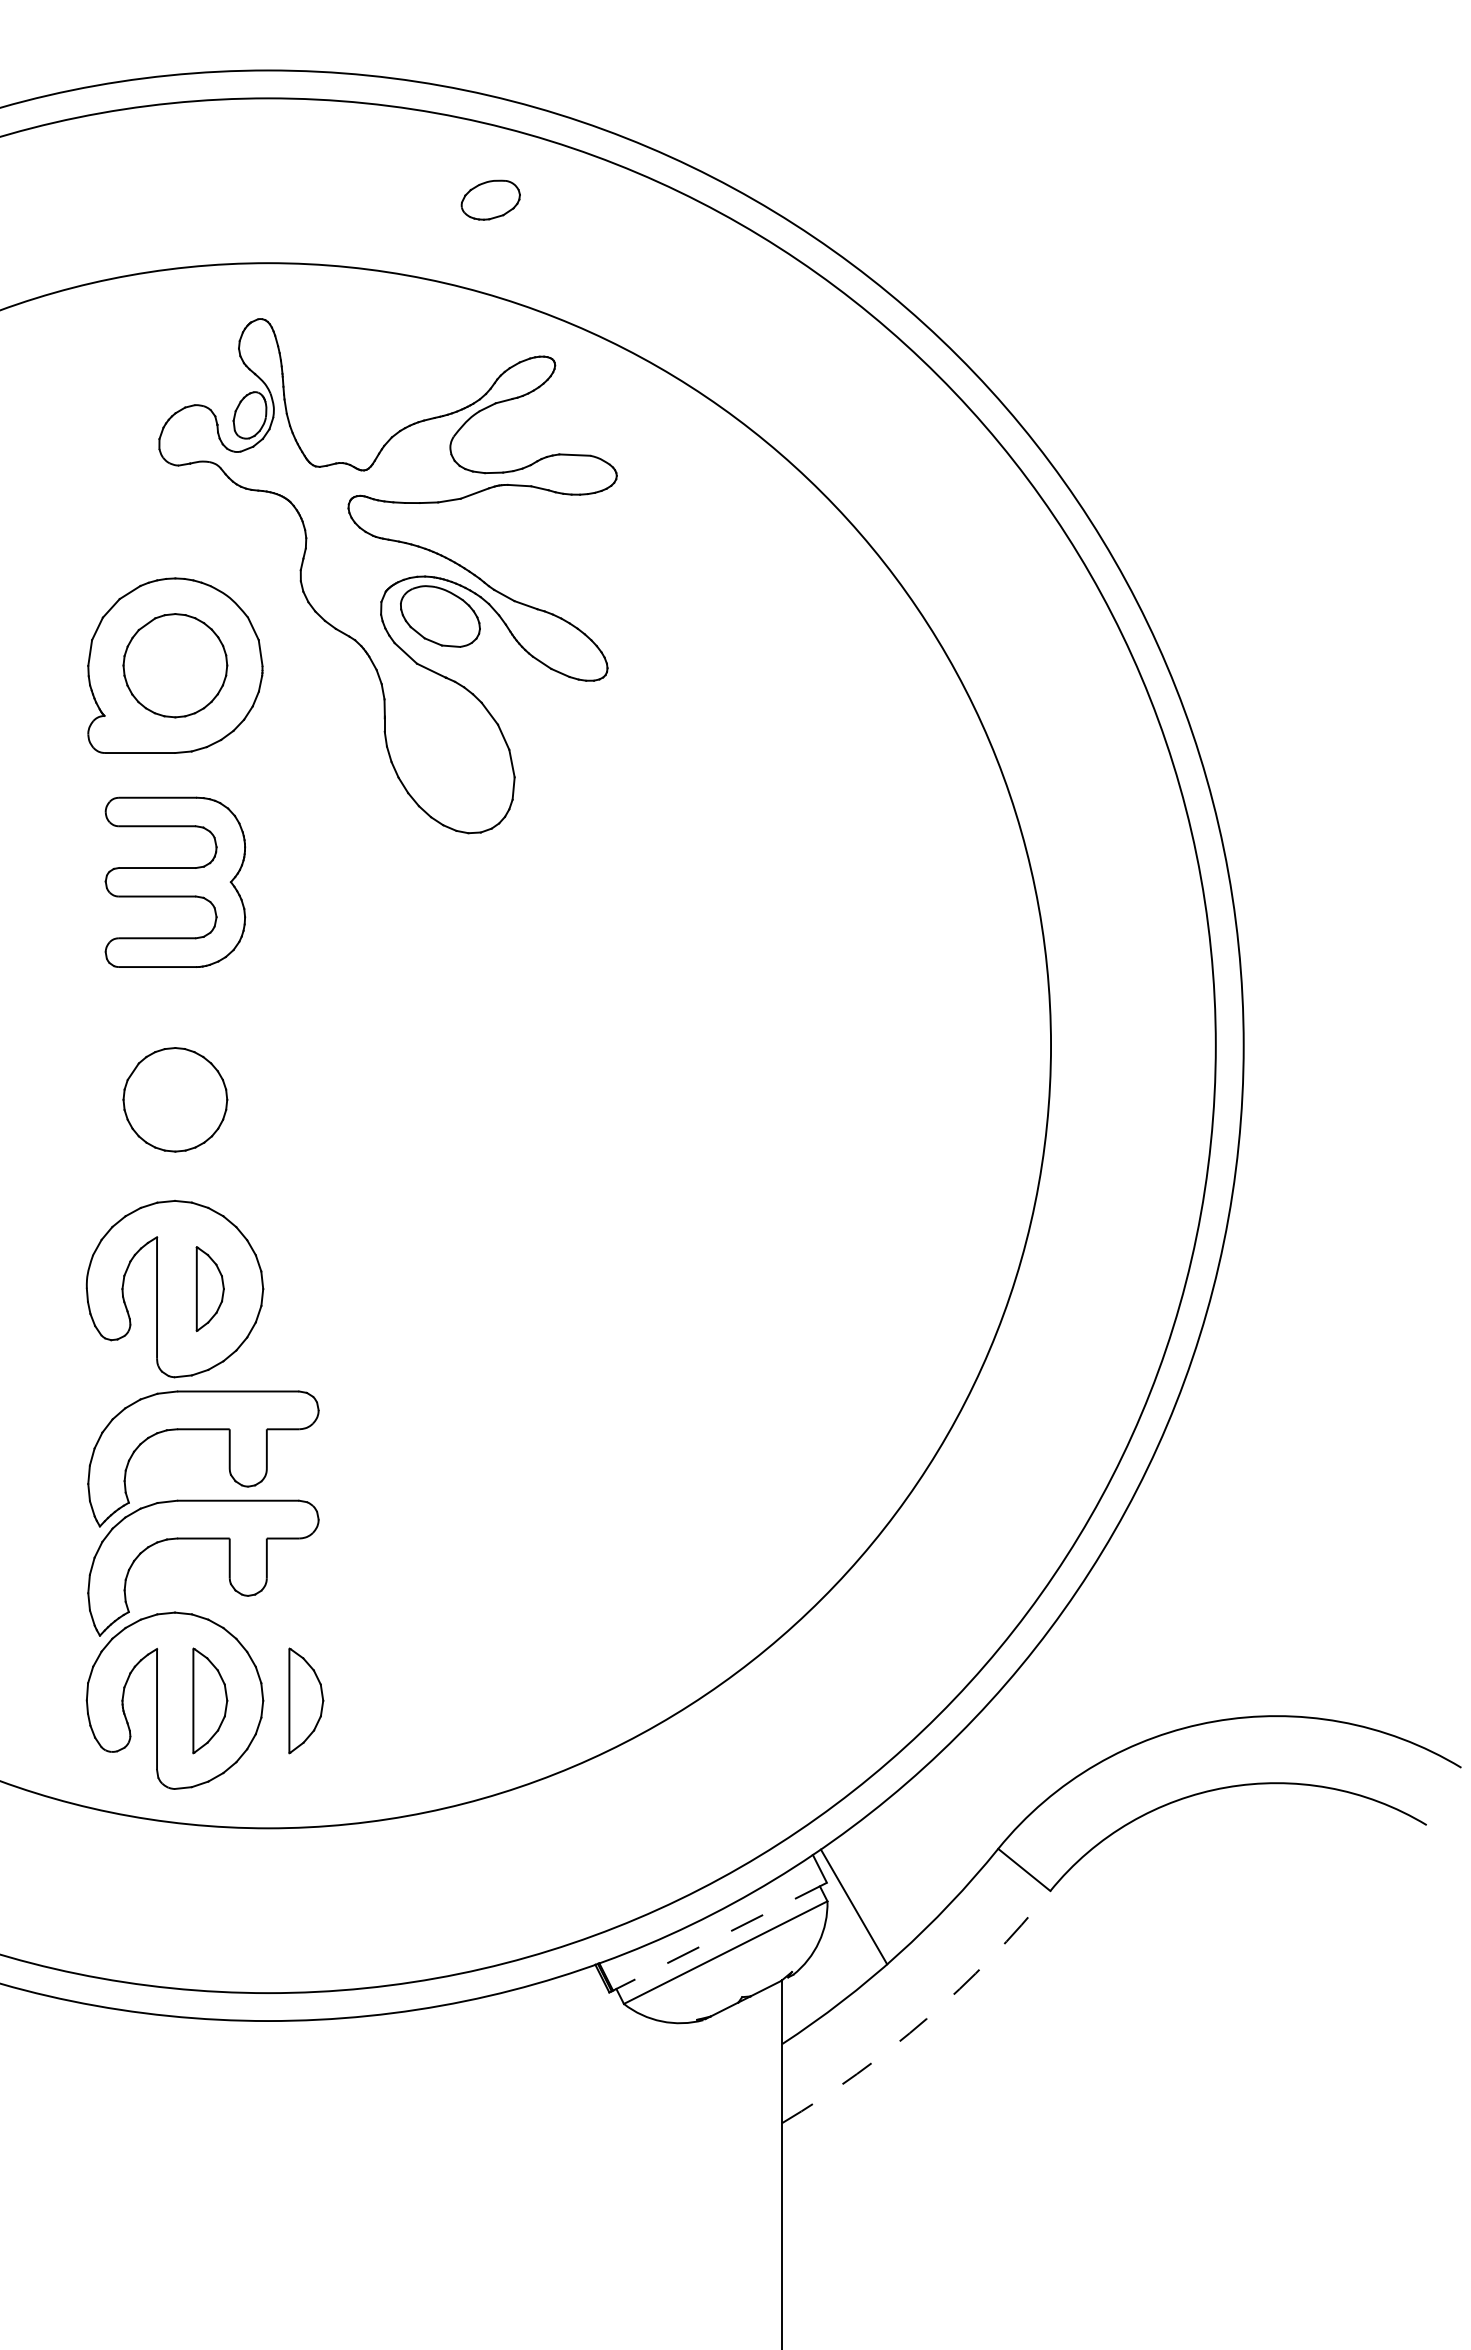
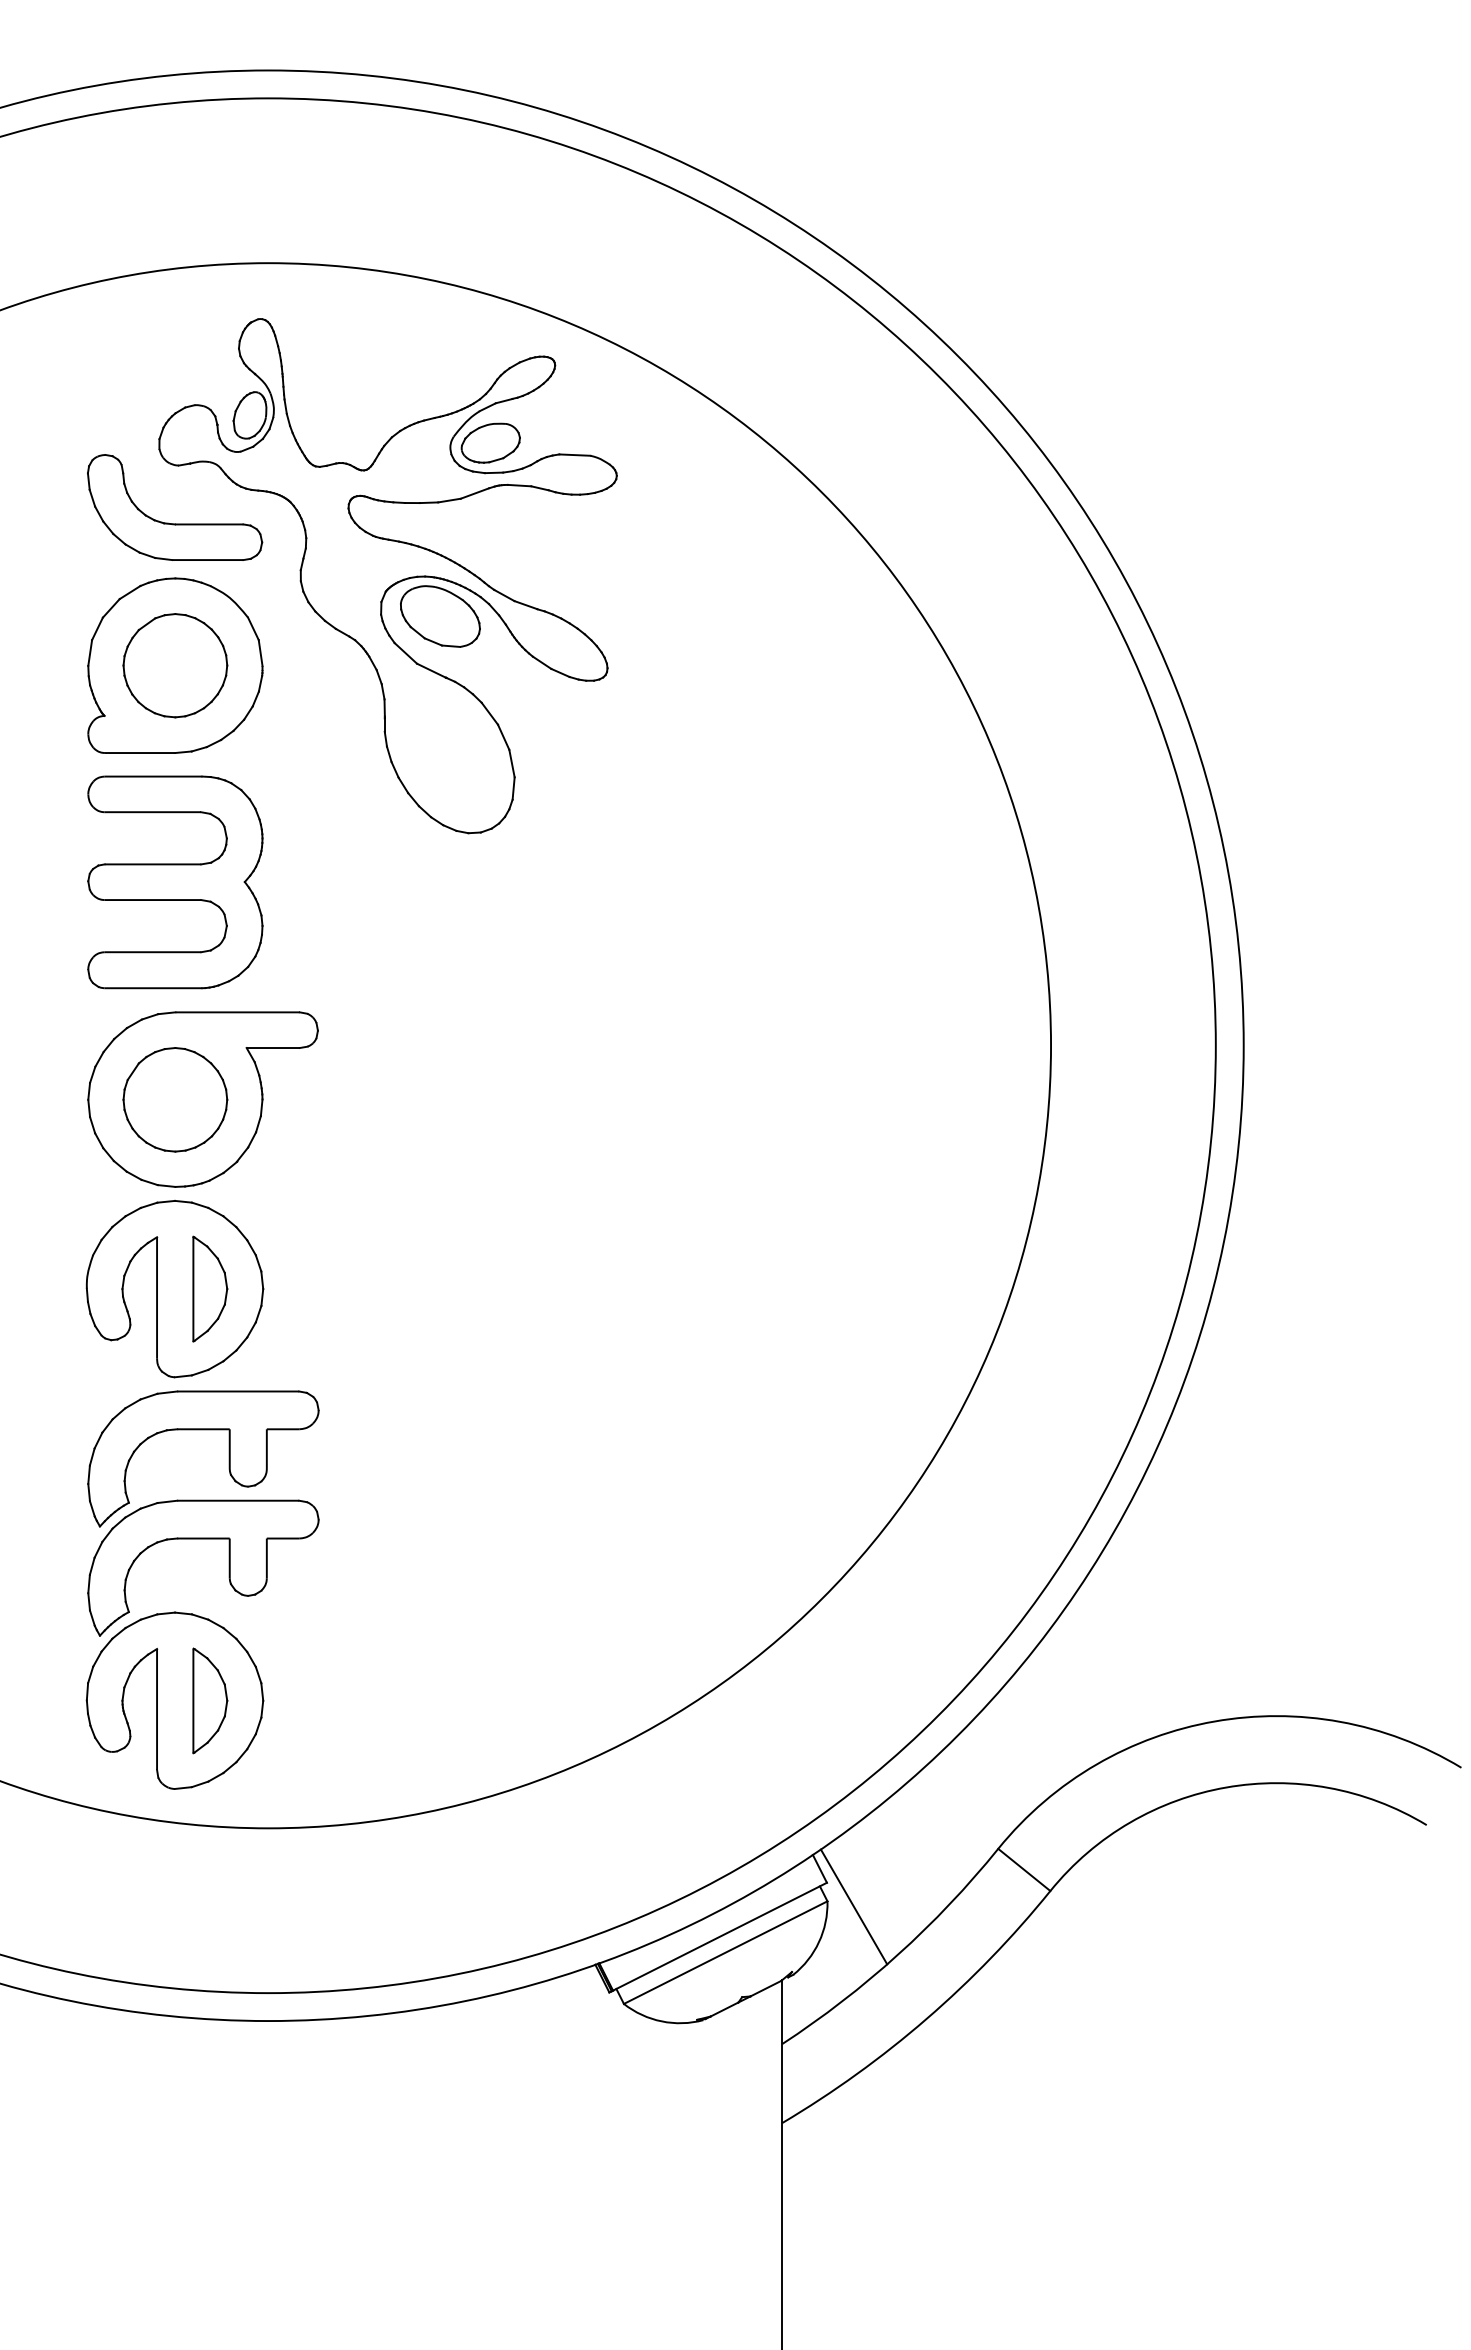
part at (490, 199) position: (490, 199) -> (490, 442)
part at (175, 523): none -> present
part at (175, 881) size: 143x172 px -> 177x215 px
part at (202, 1099): none -> present
part at (209, 1288) size: 30x86 px -> 37x108 px
part at (306, 1700): present -> none
line at (720, 1936): dashed -> solid
arc at (926, 2018): dashed -> solid
